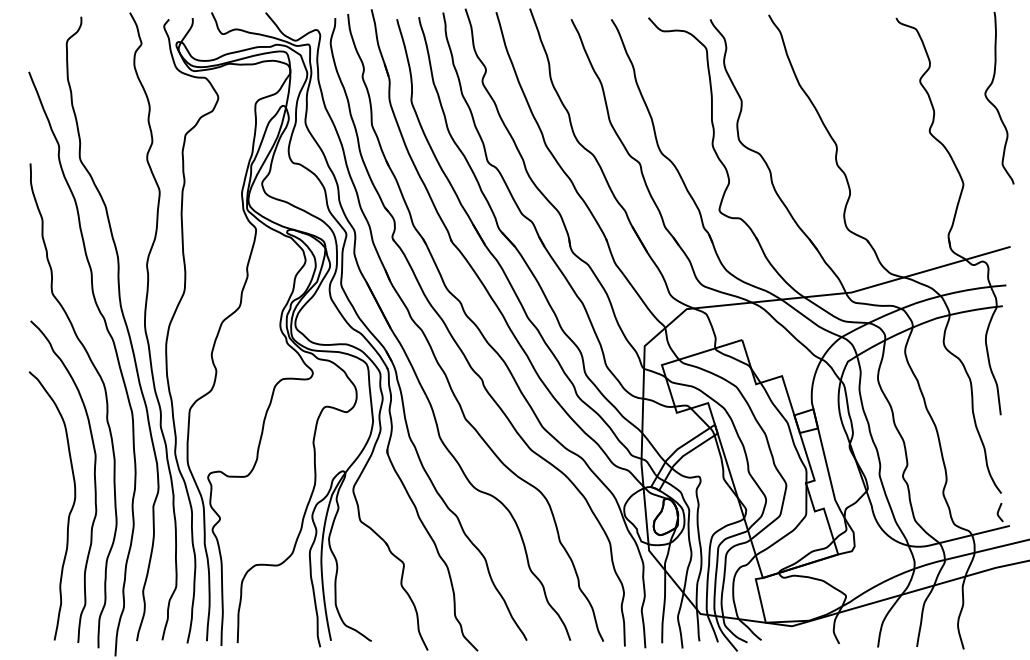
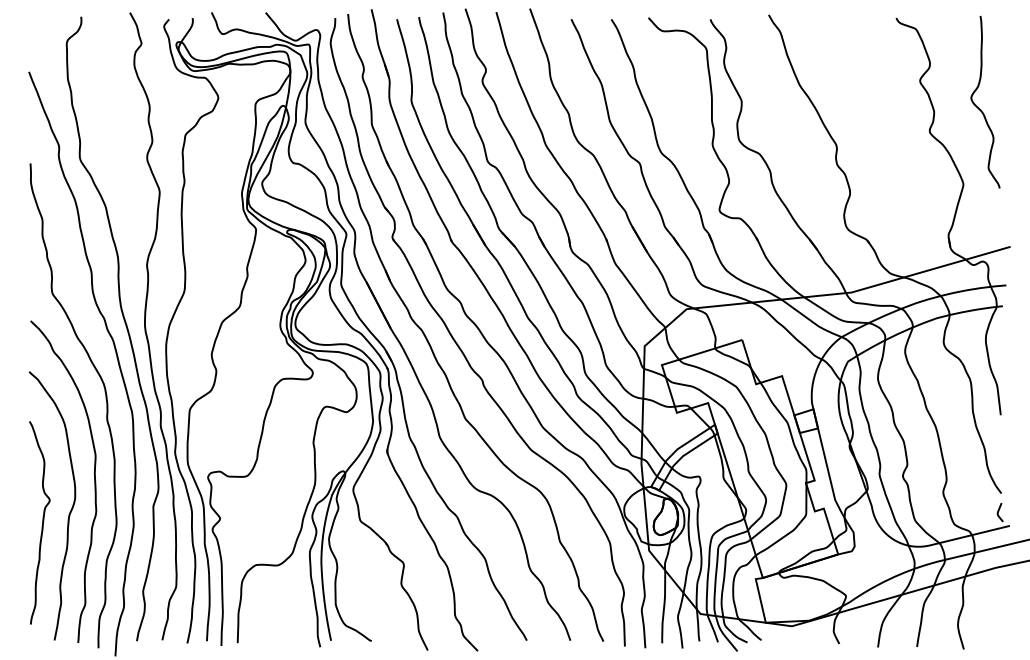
curve at (993, 103) position: (993, 103) -> (979, 107)
curve at (42, 522): none -> present
